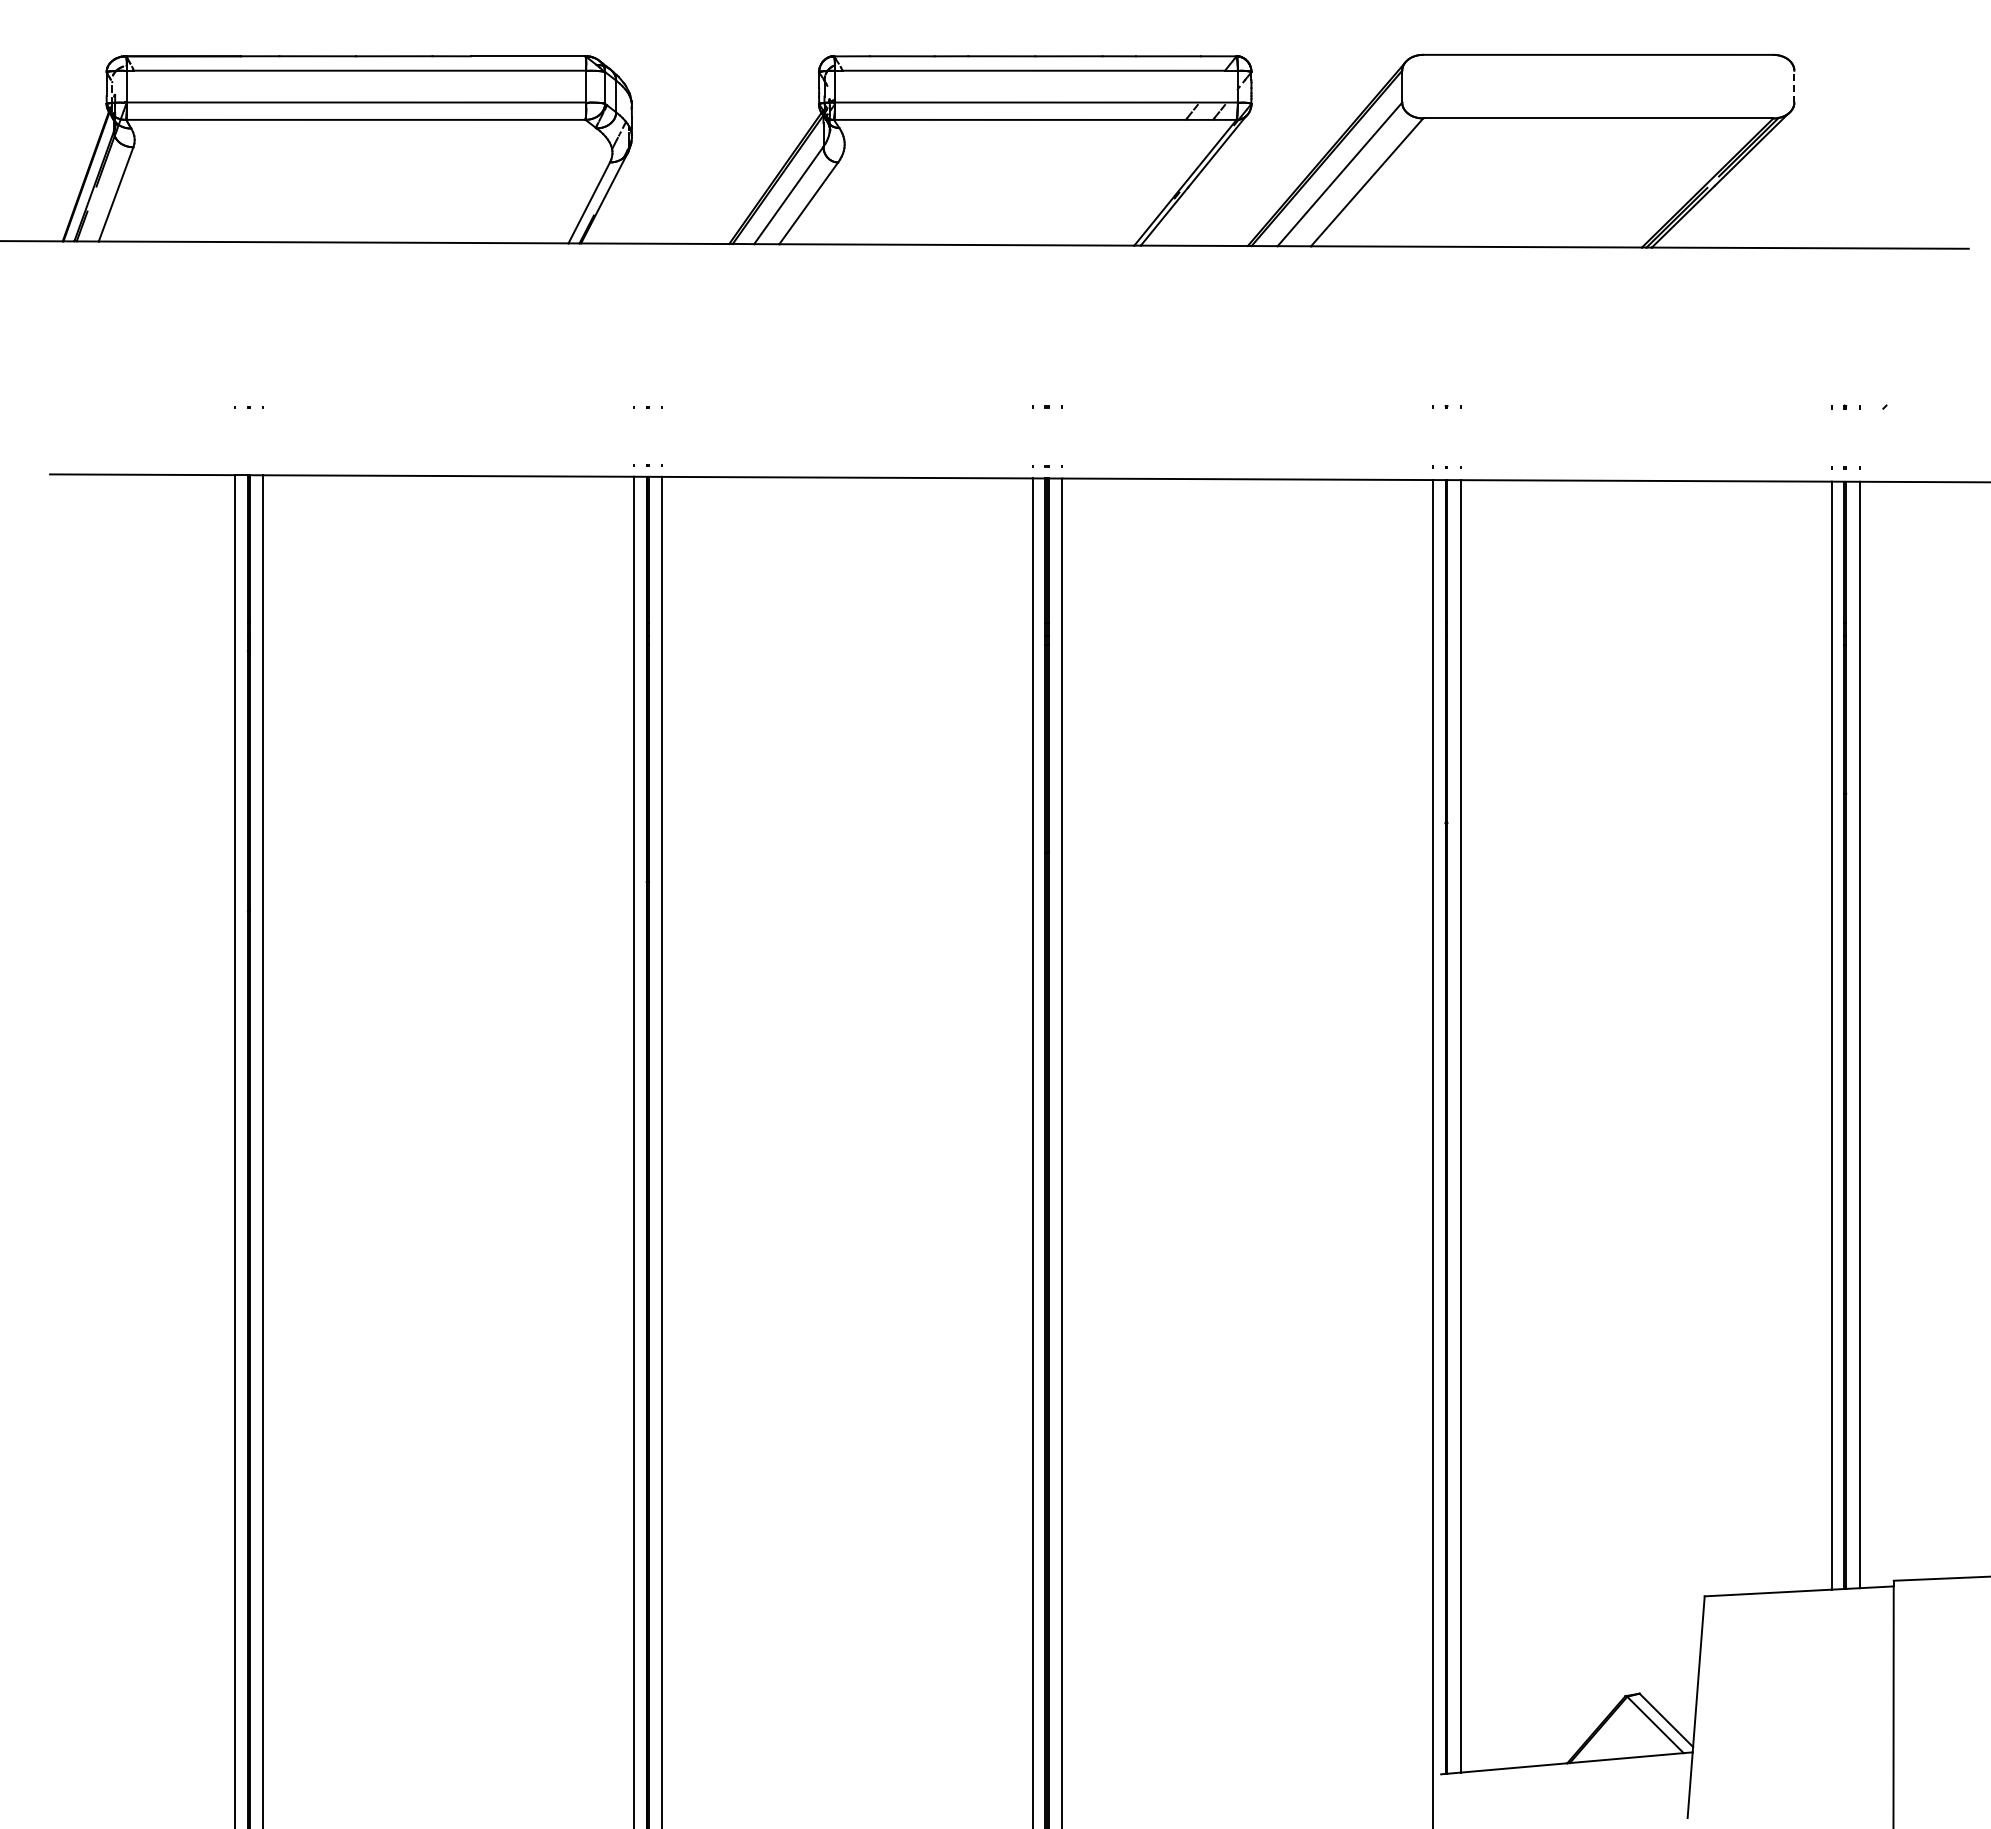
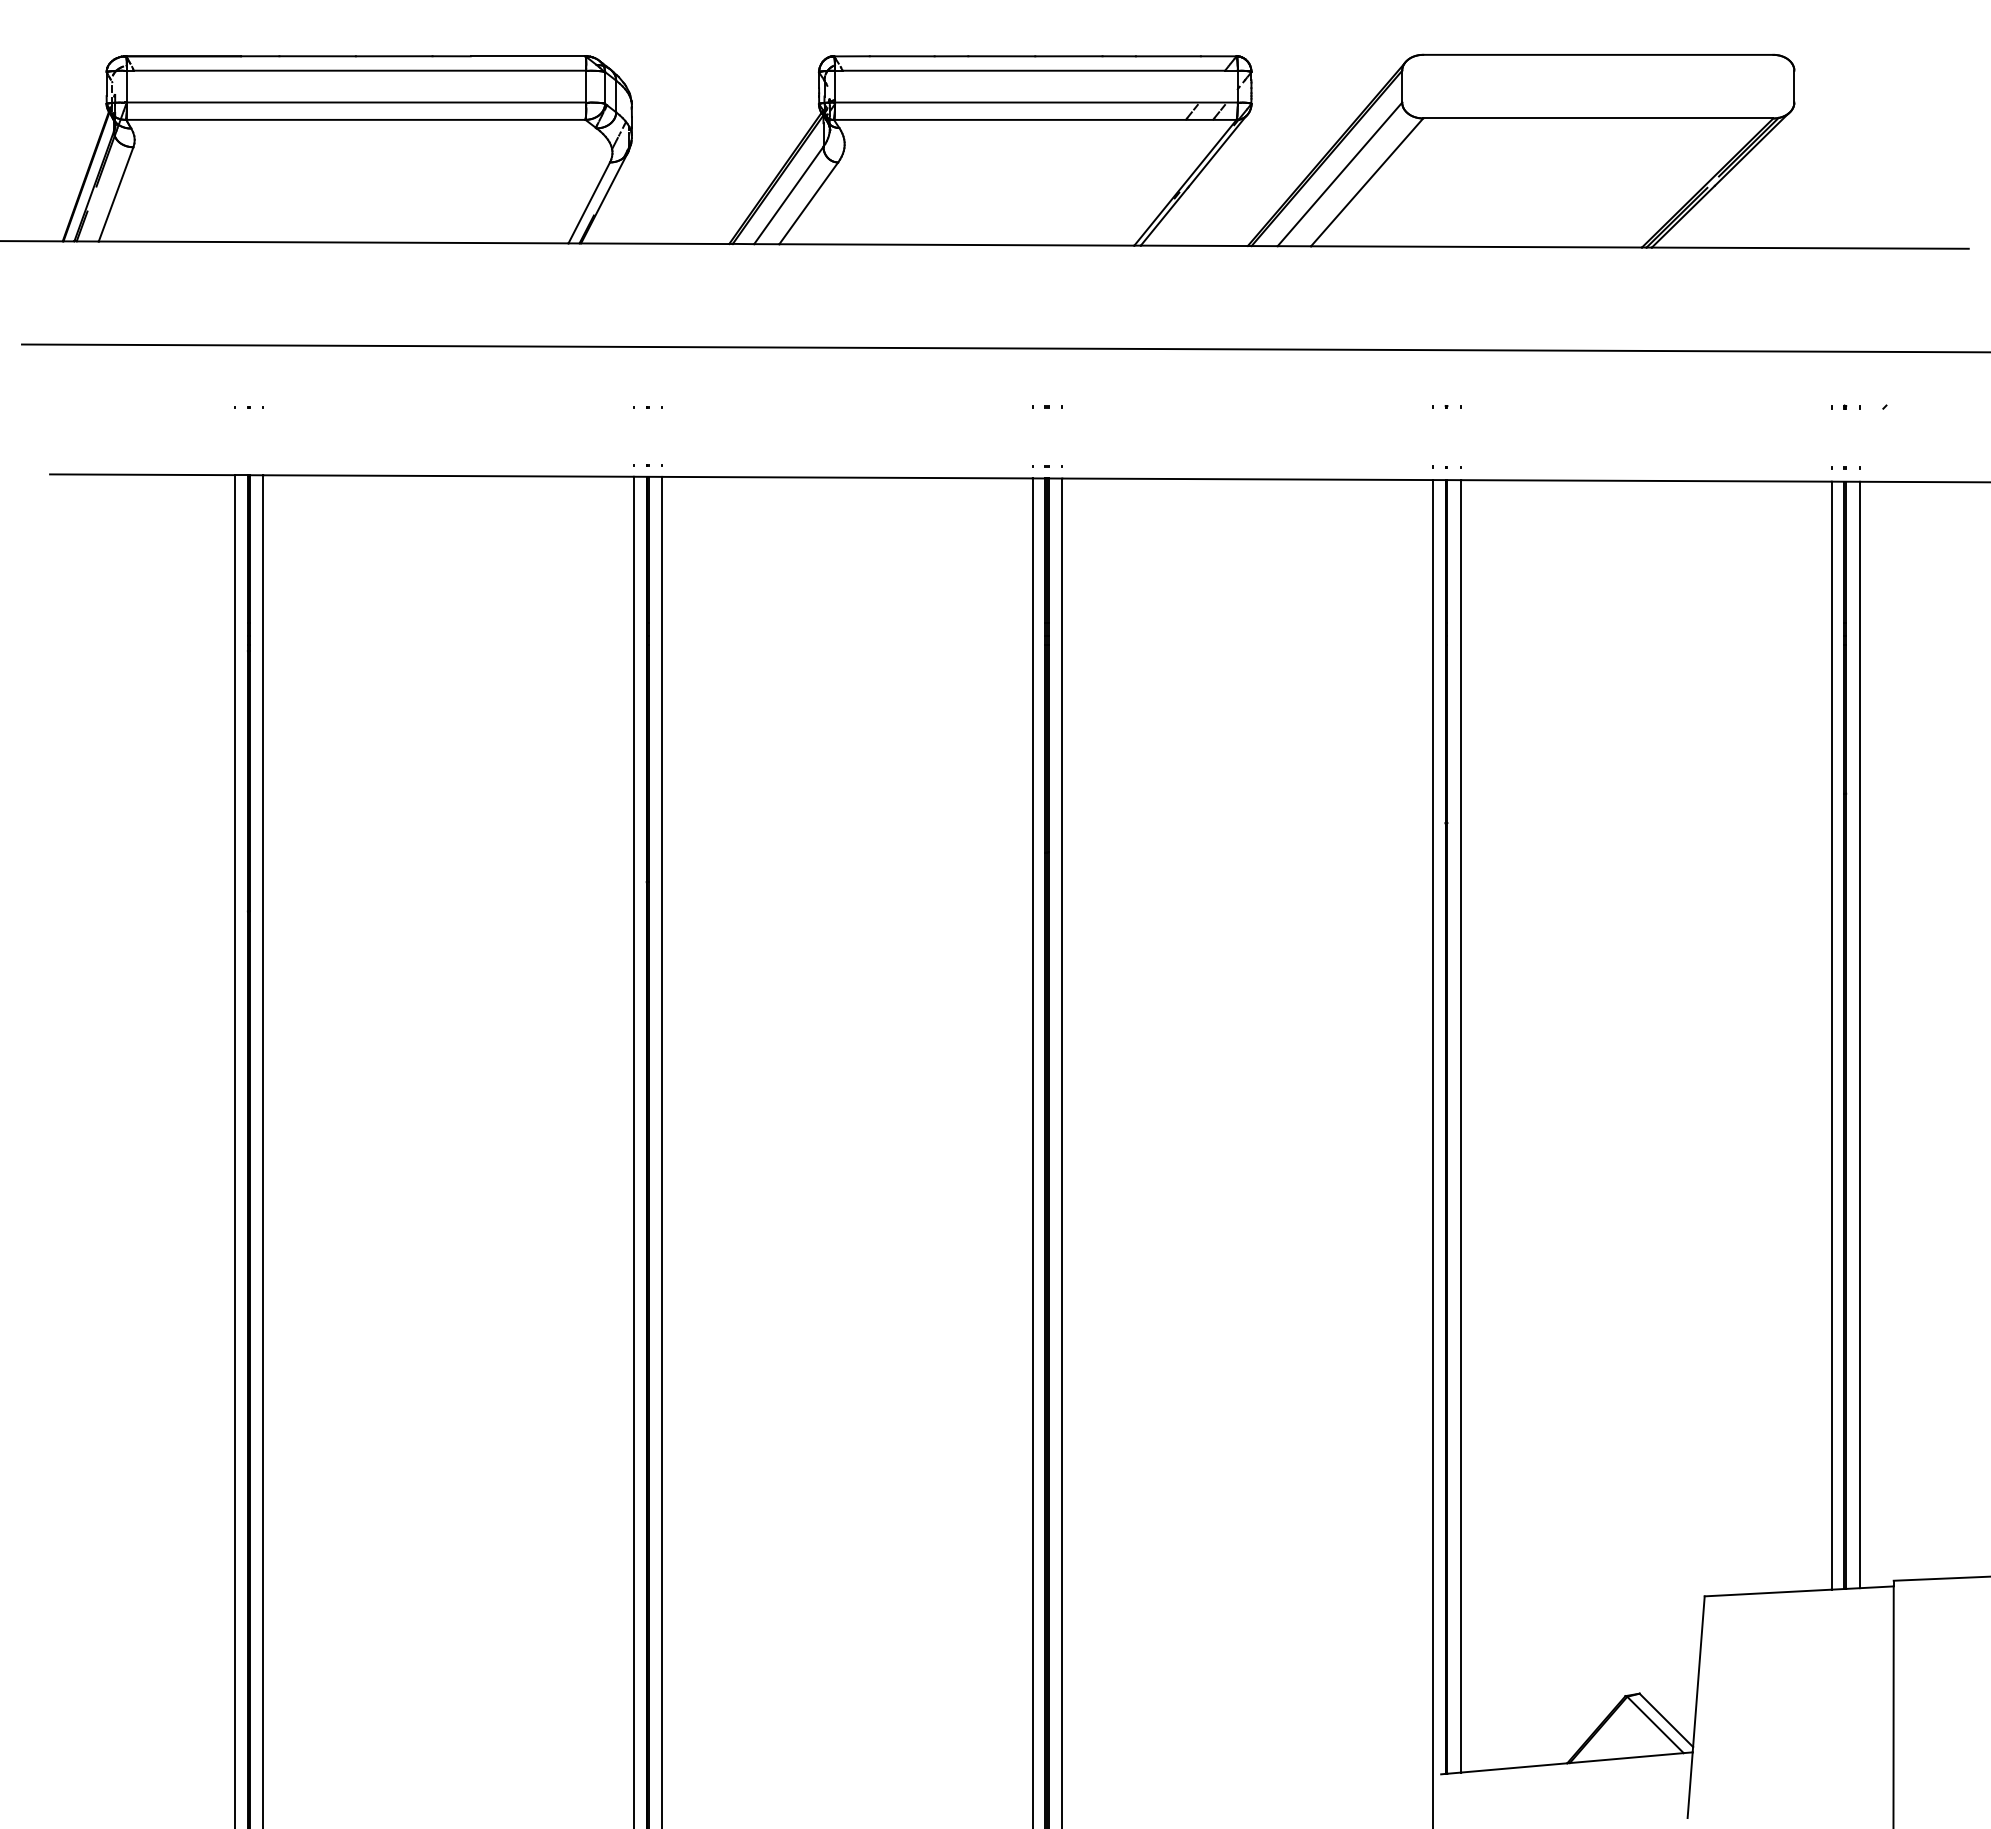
line at (1794, 86): dashed -> solid
line at (1004, 348): none -> present
